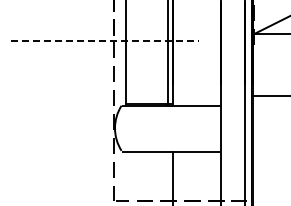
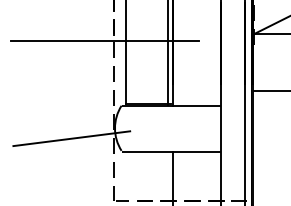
line at (104, 41): dashed -> solid
line at (270, 96) position: (270, 96) -> (270, 91)
line at (71, 138): none -> present
